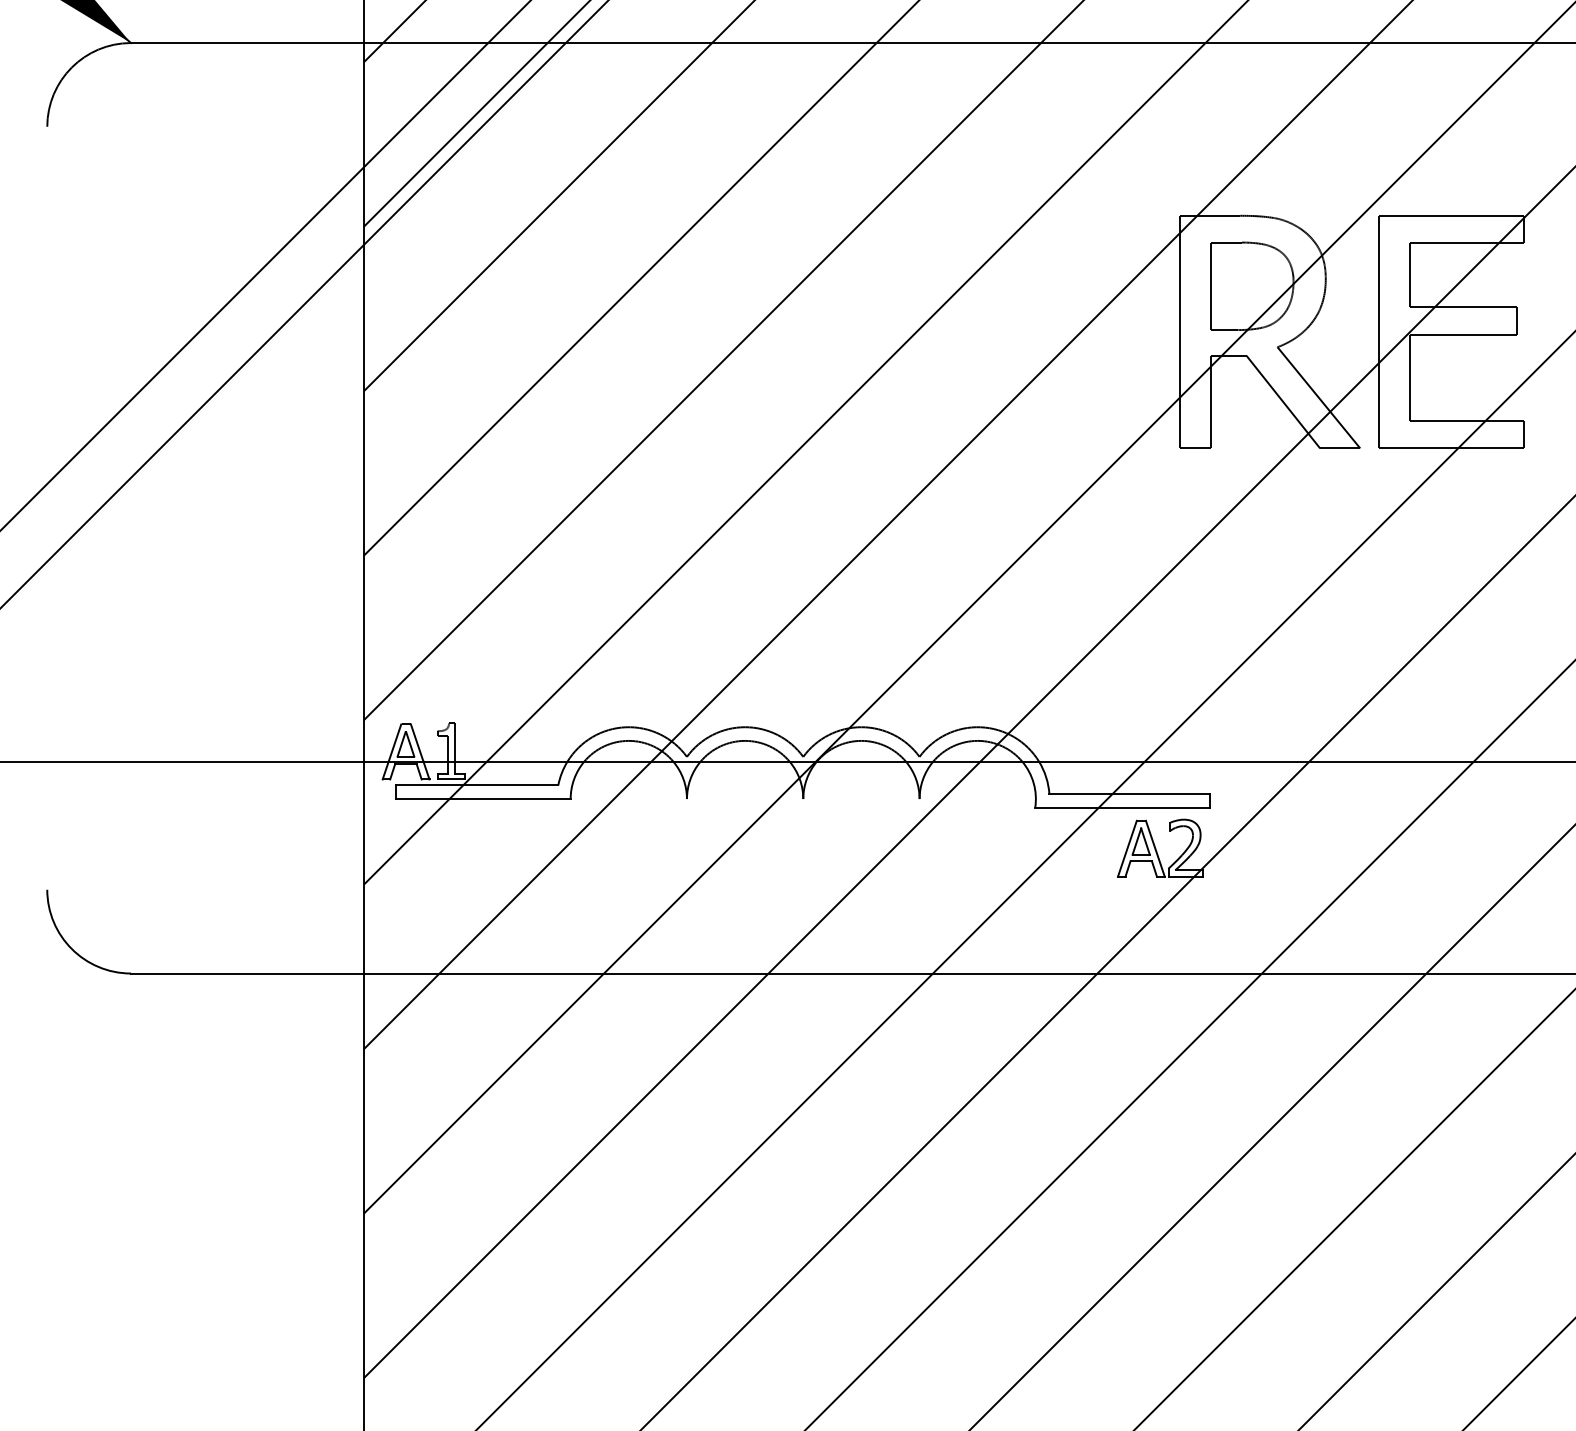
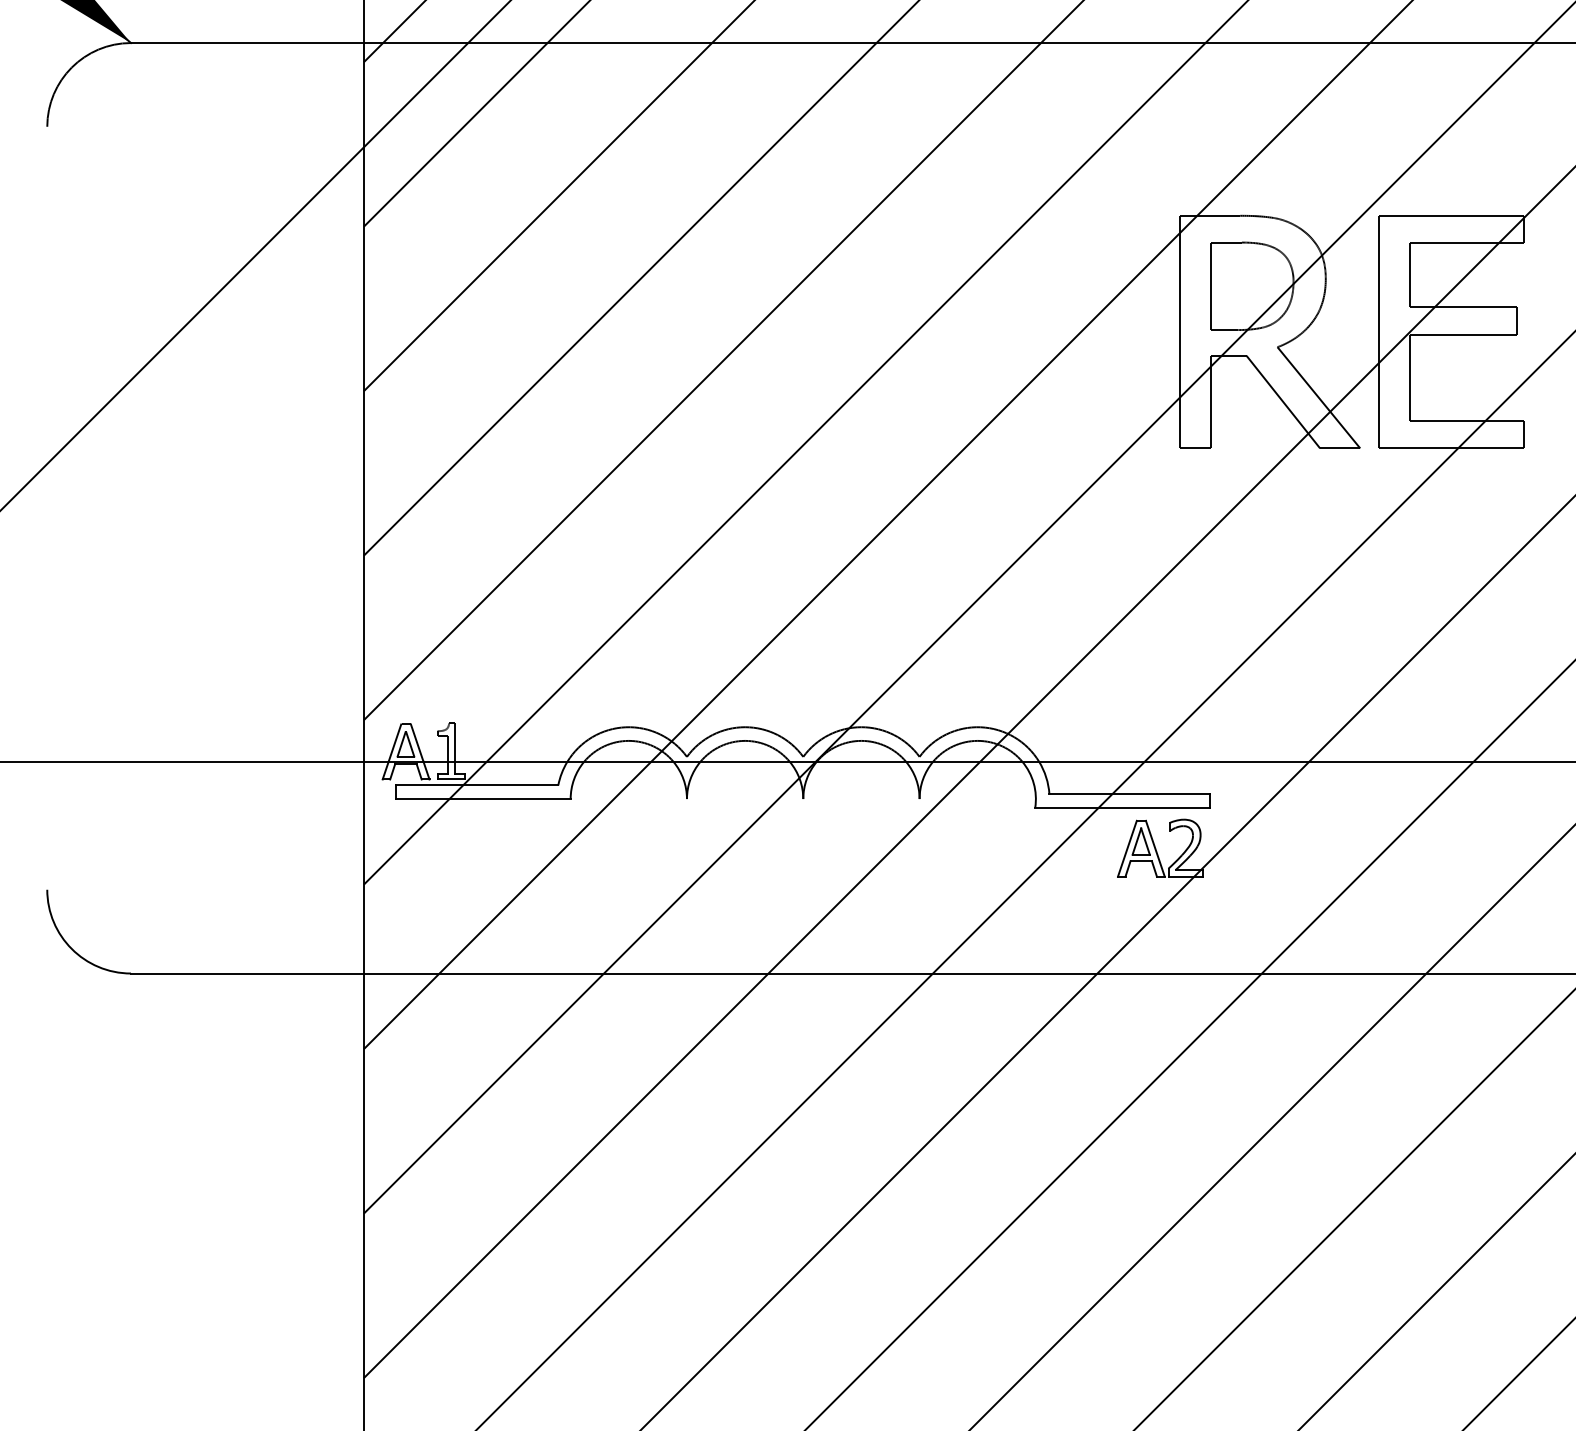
line at (265, 265) position: (265, 265) -> (255, 255)
line at (304, 304): present -> none
